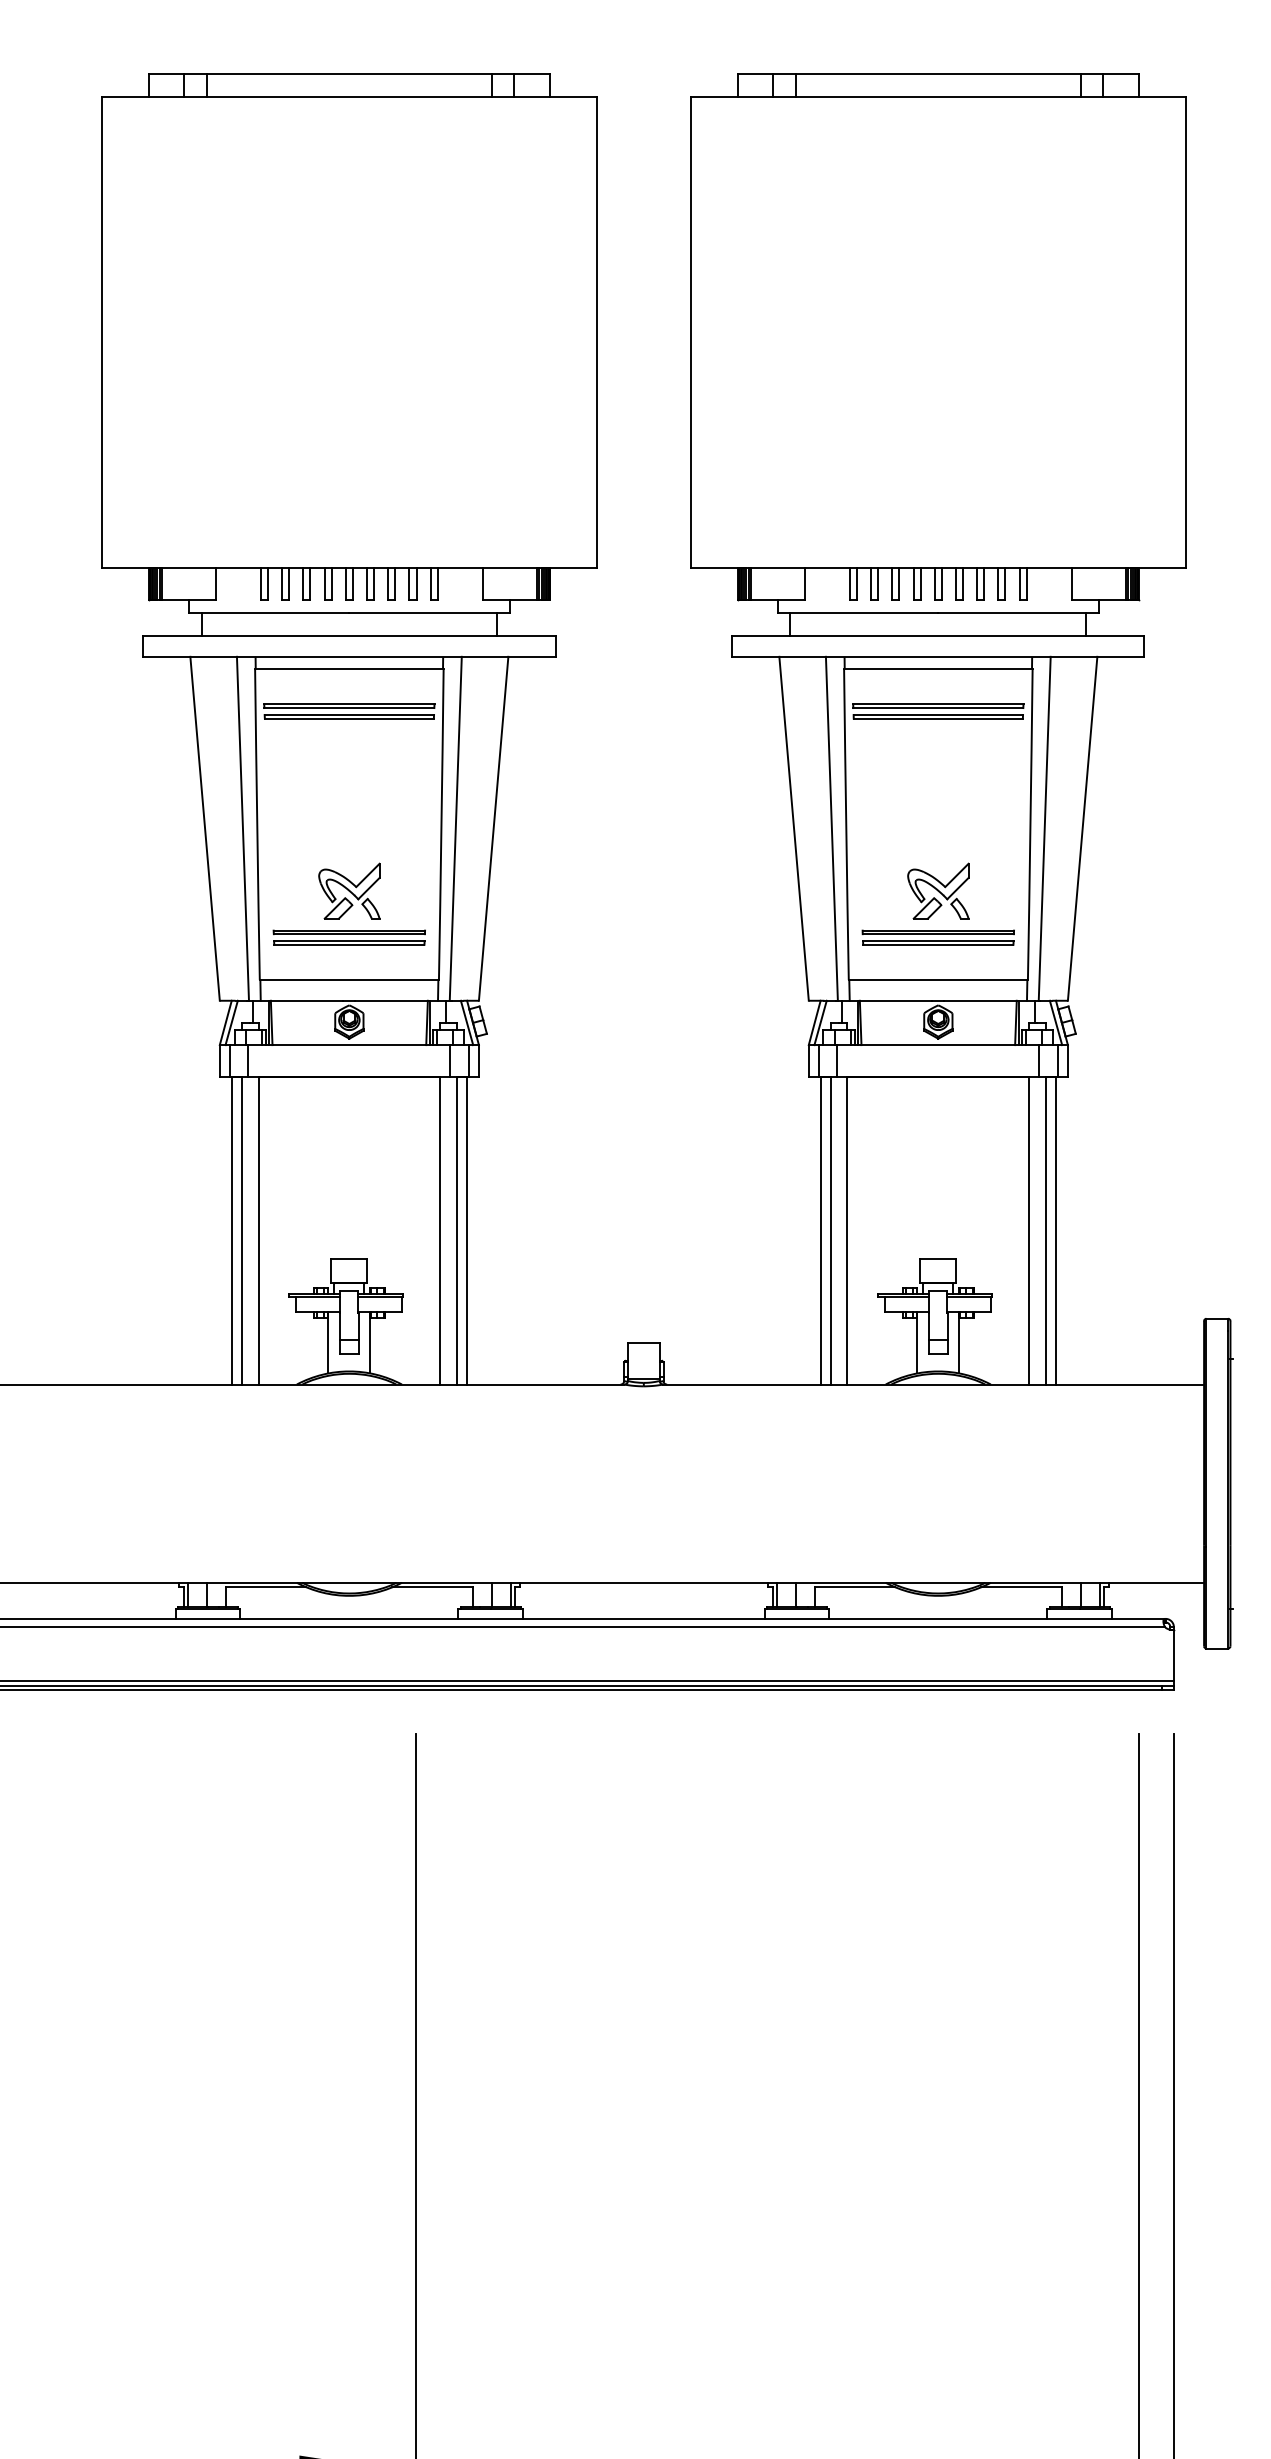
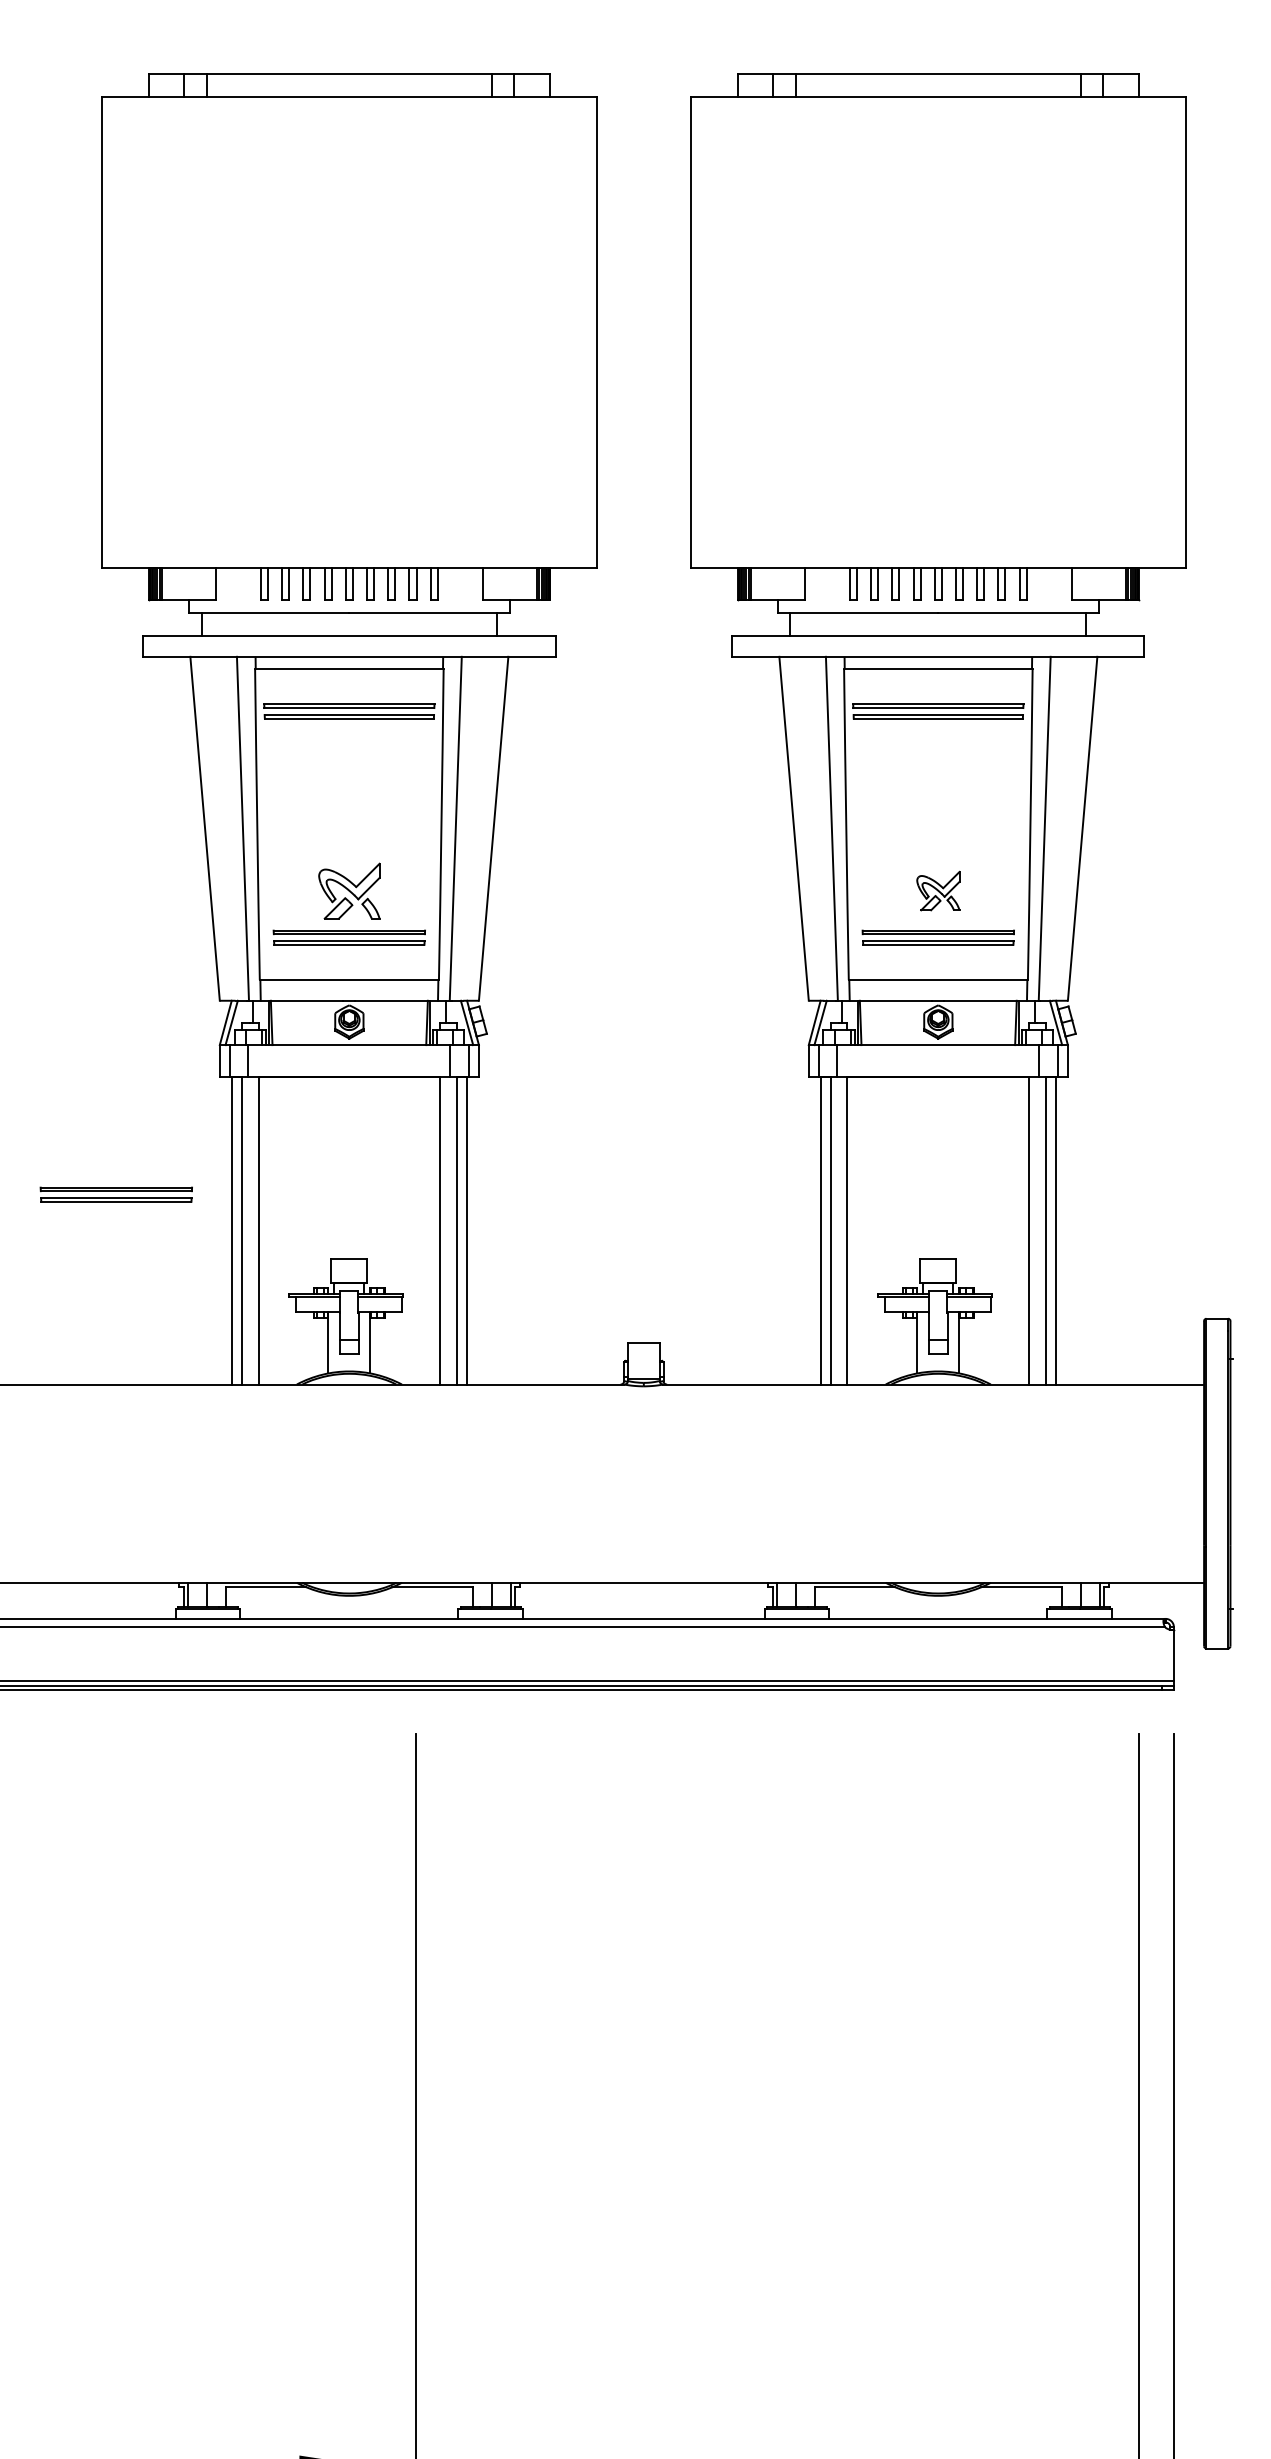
part at (938, 890) size: 63x58 px -> 45x42 px
part at (115, 1194): none -> present
